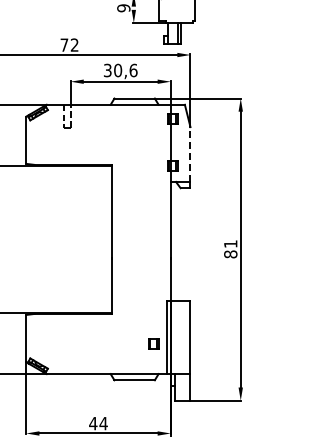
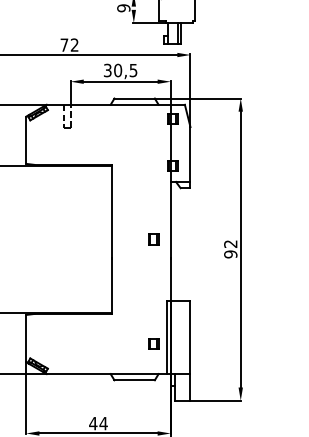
text at (133, 70): 30,6 -> 30,5
line at (190, 154): dashed -> solid
part at (153, 239): none -> present
text at (230, 249): 81 -> 92
